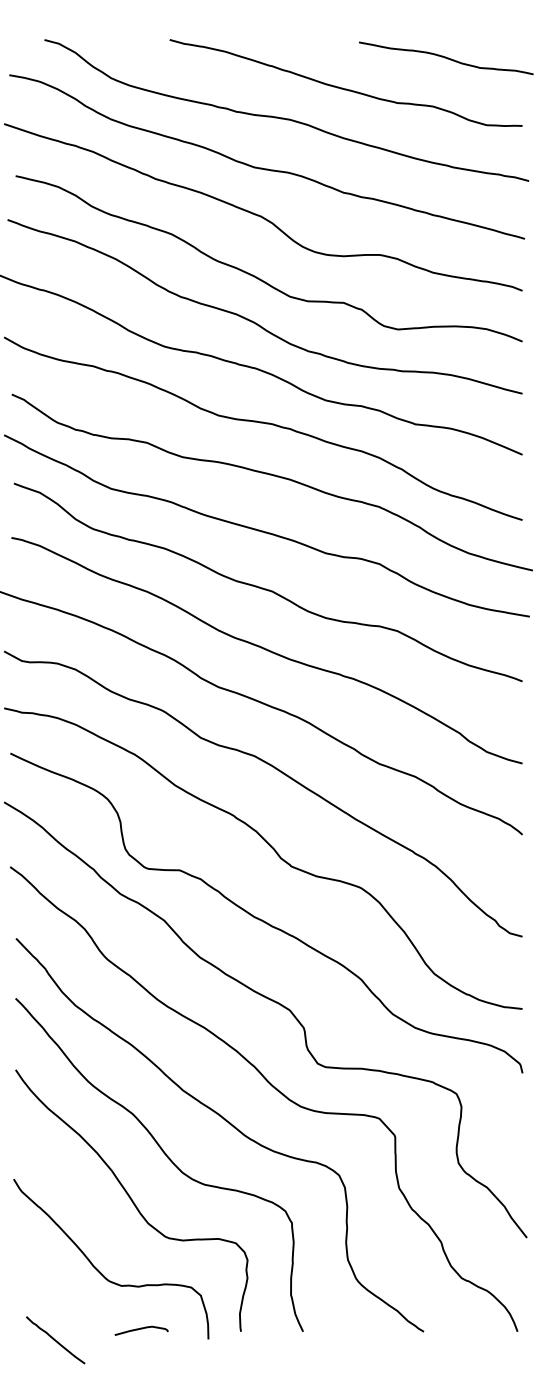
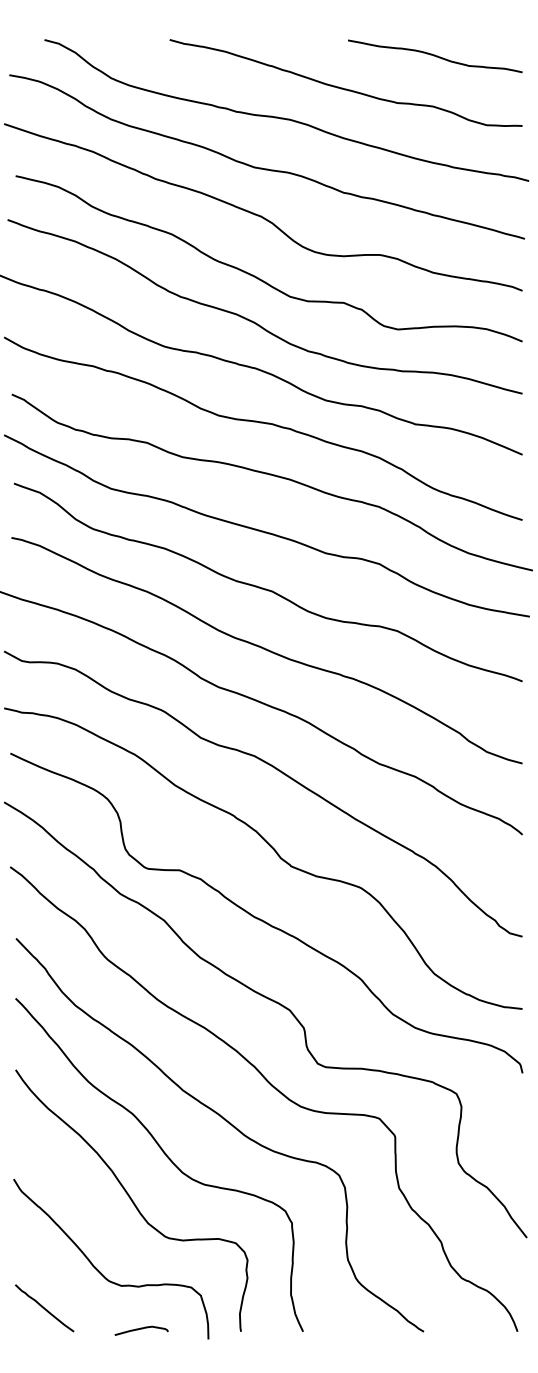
curve at (446, 58) position: (446, 58) -> (435, 56)
line at (55, 1340) position: (55, 1340) -> (44, 1308)
